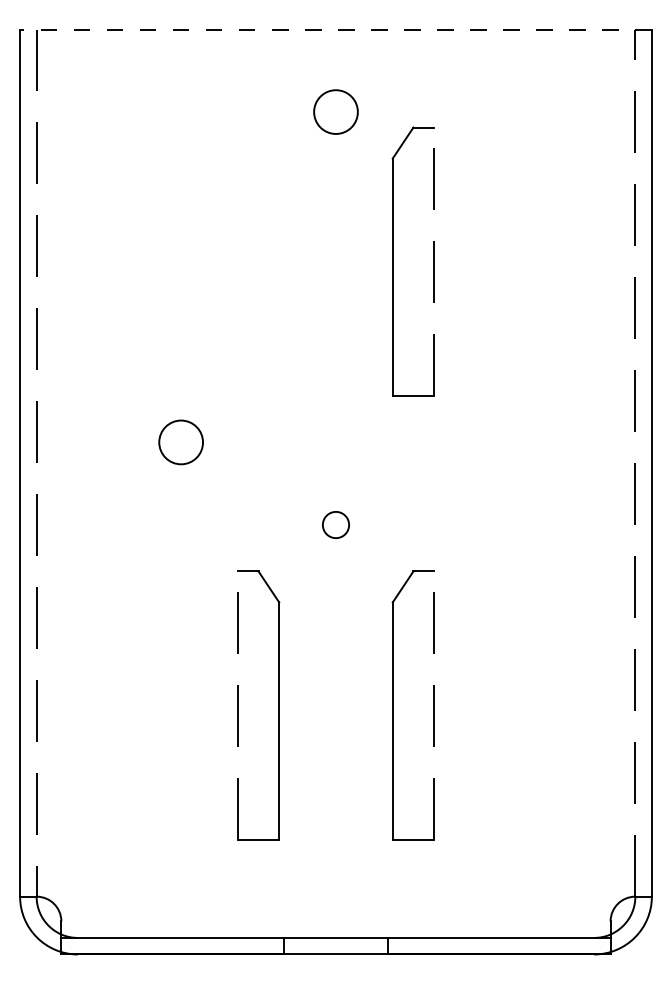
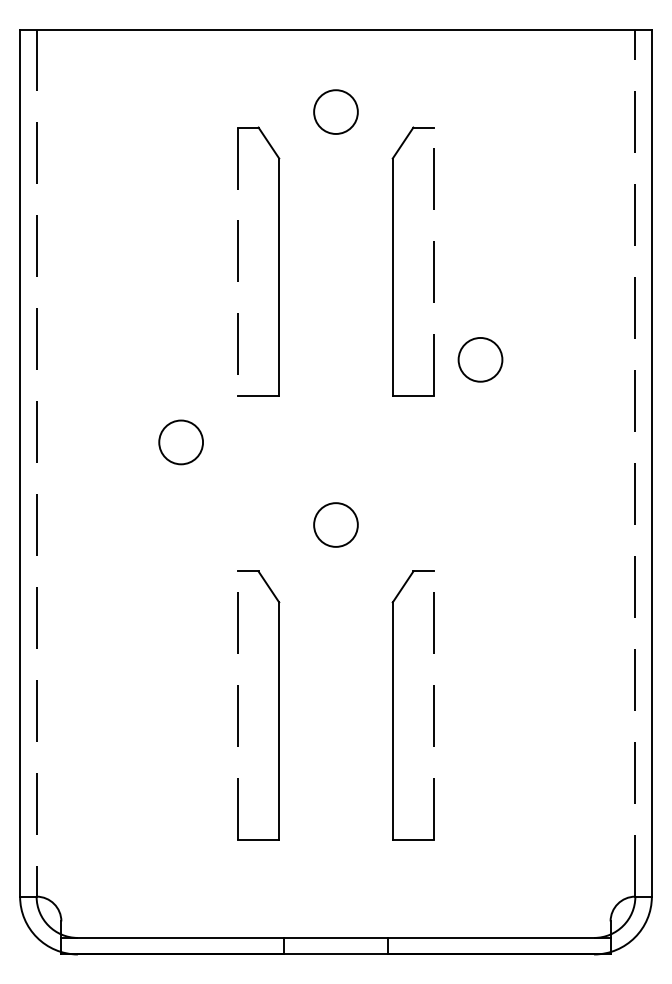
line at (336, 29): dashed -> solid
part at (238, 261): none -> present
circle at (480, 359): none -> present
circle at (335, 524) diameter: 26 px -> 44 px
